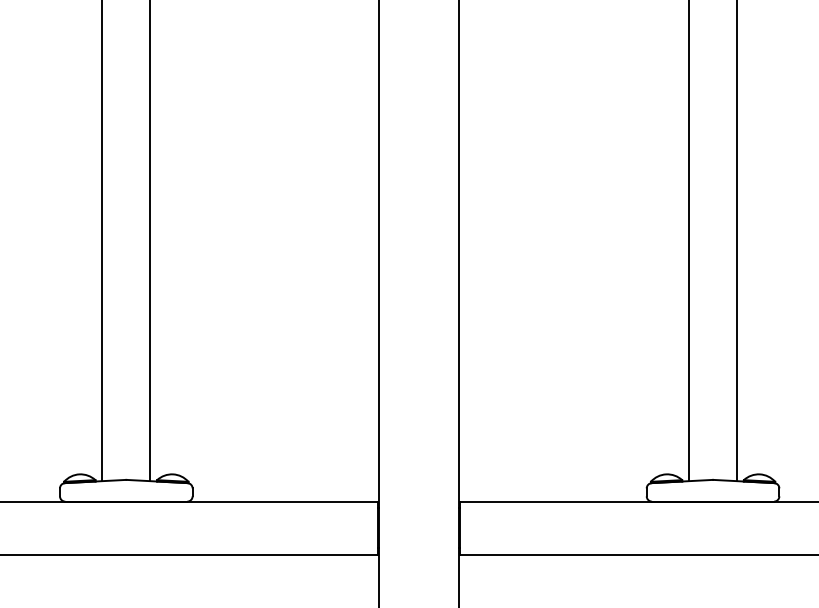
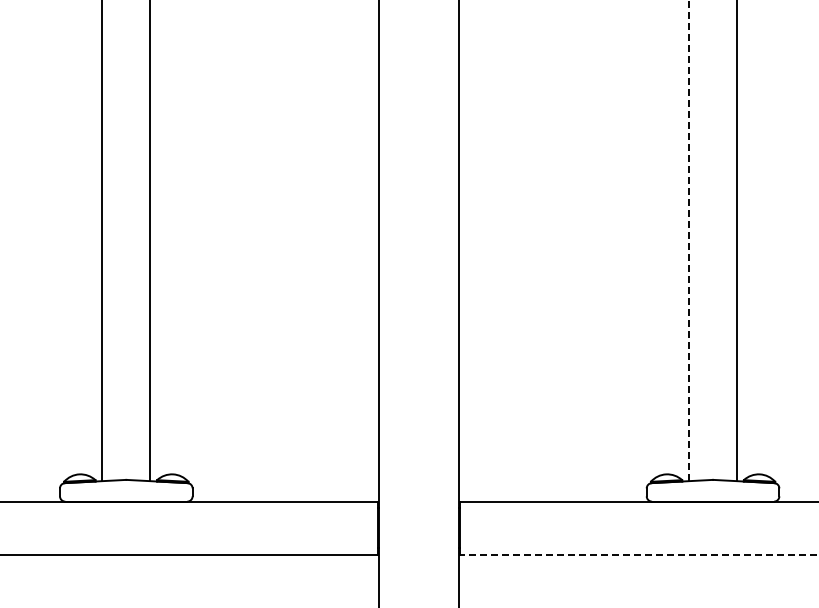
line at (689, 240): solid -> dashed
line at (638, 554): solid -> dashed
